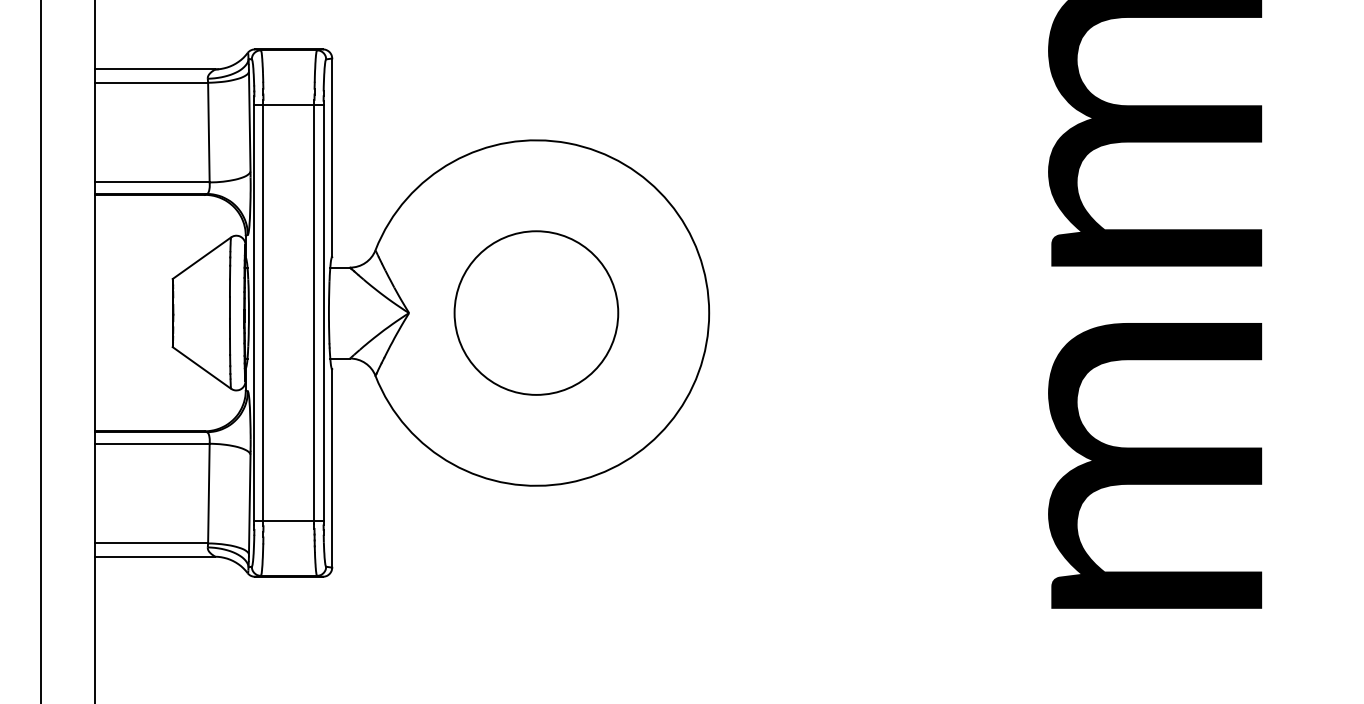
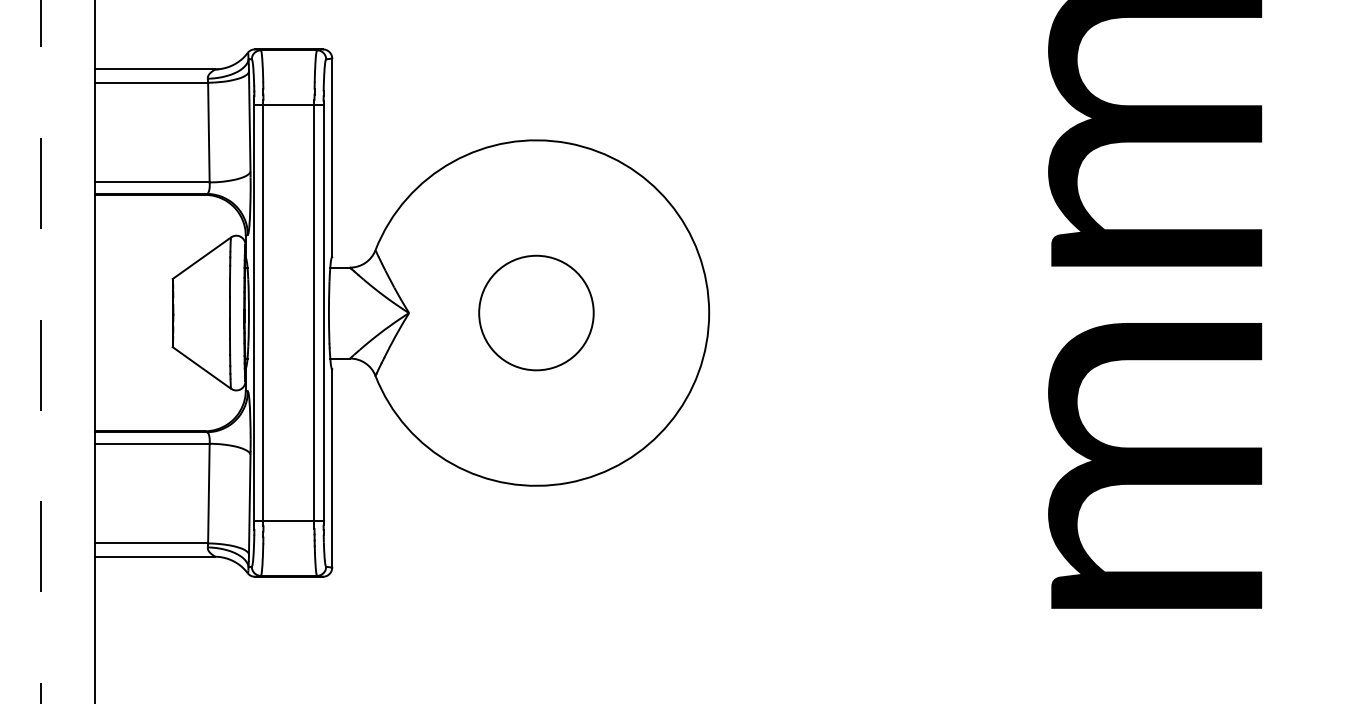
circle at (536, 312) size: 167x166 px -> 117x118 px
line at (40, 351): solid -> dashed
